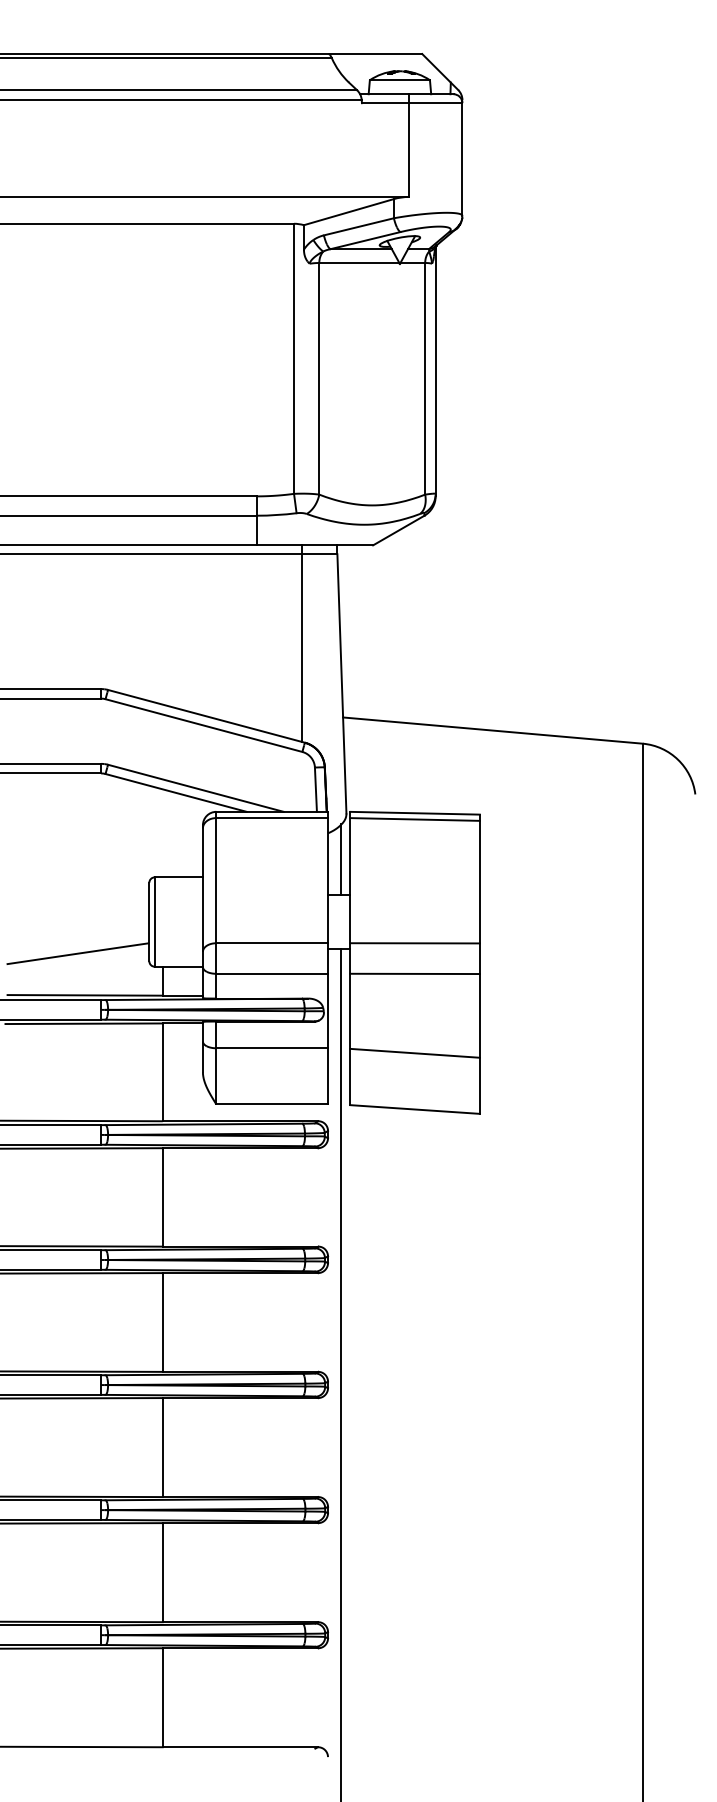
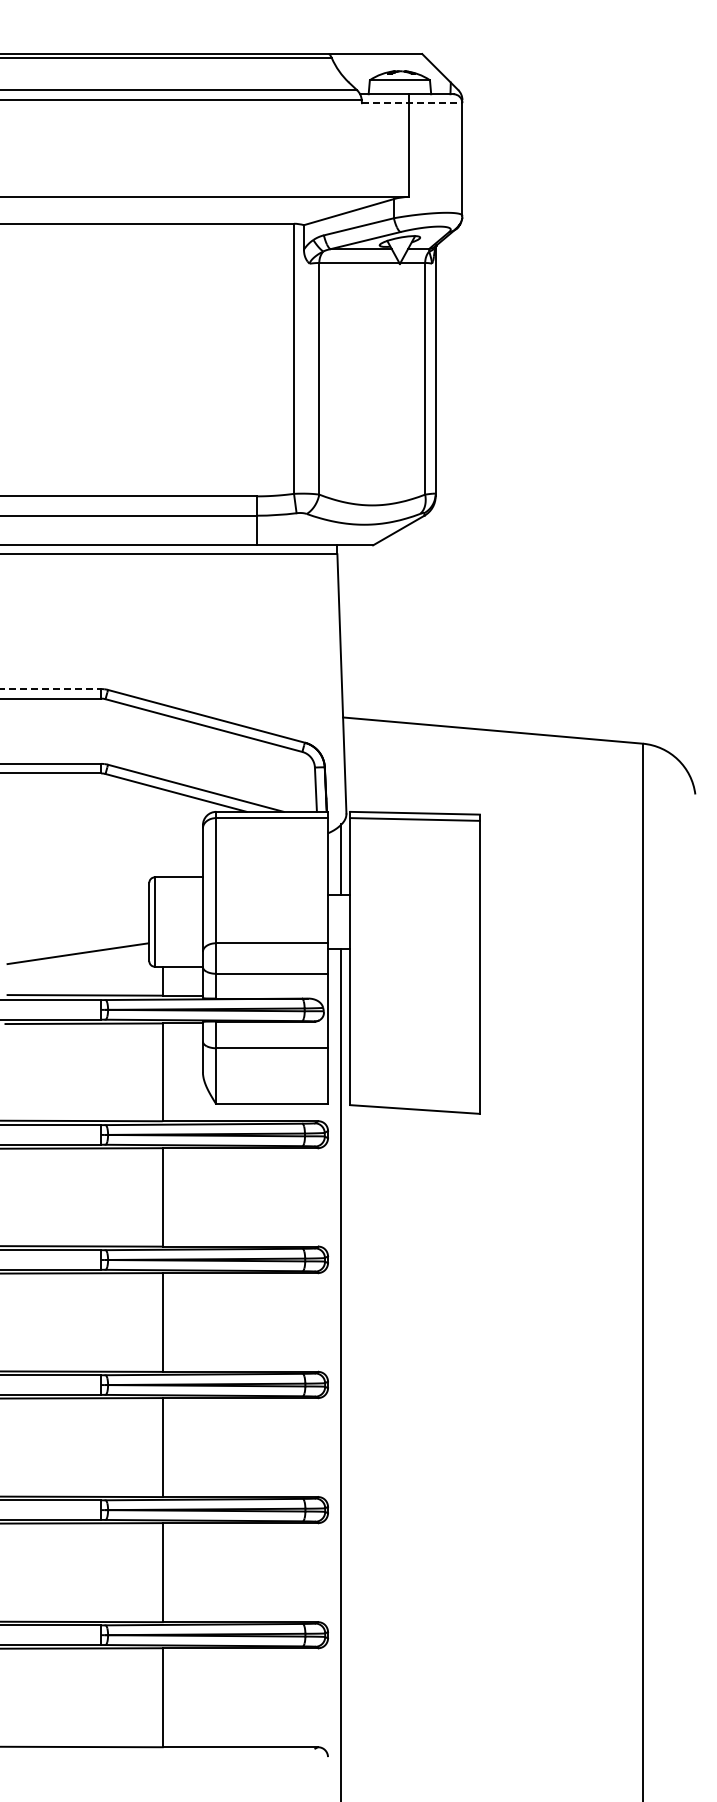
line at (412, 103): solid -> dashed
line at (301, 643): present -> none
line at (51, 689): solid -> dashed
line at (414, 943): present -> none
line at (414, 973): present -> none
line at (414, 1052): present -> none
